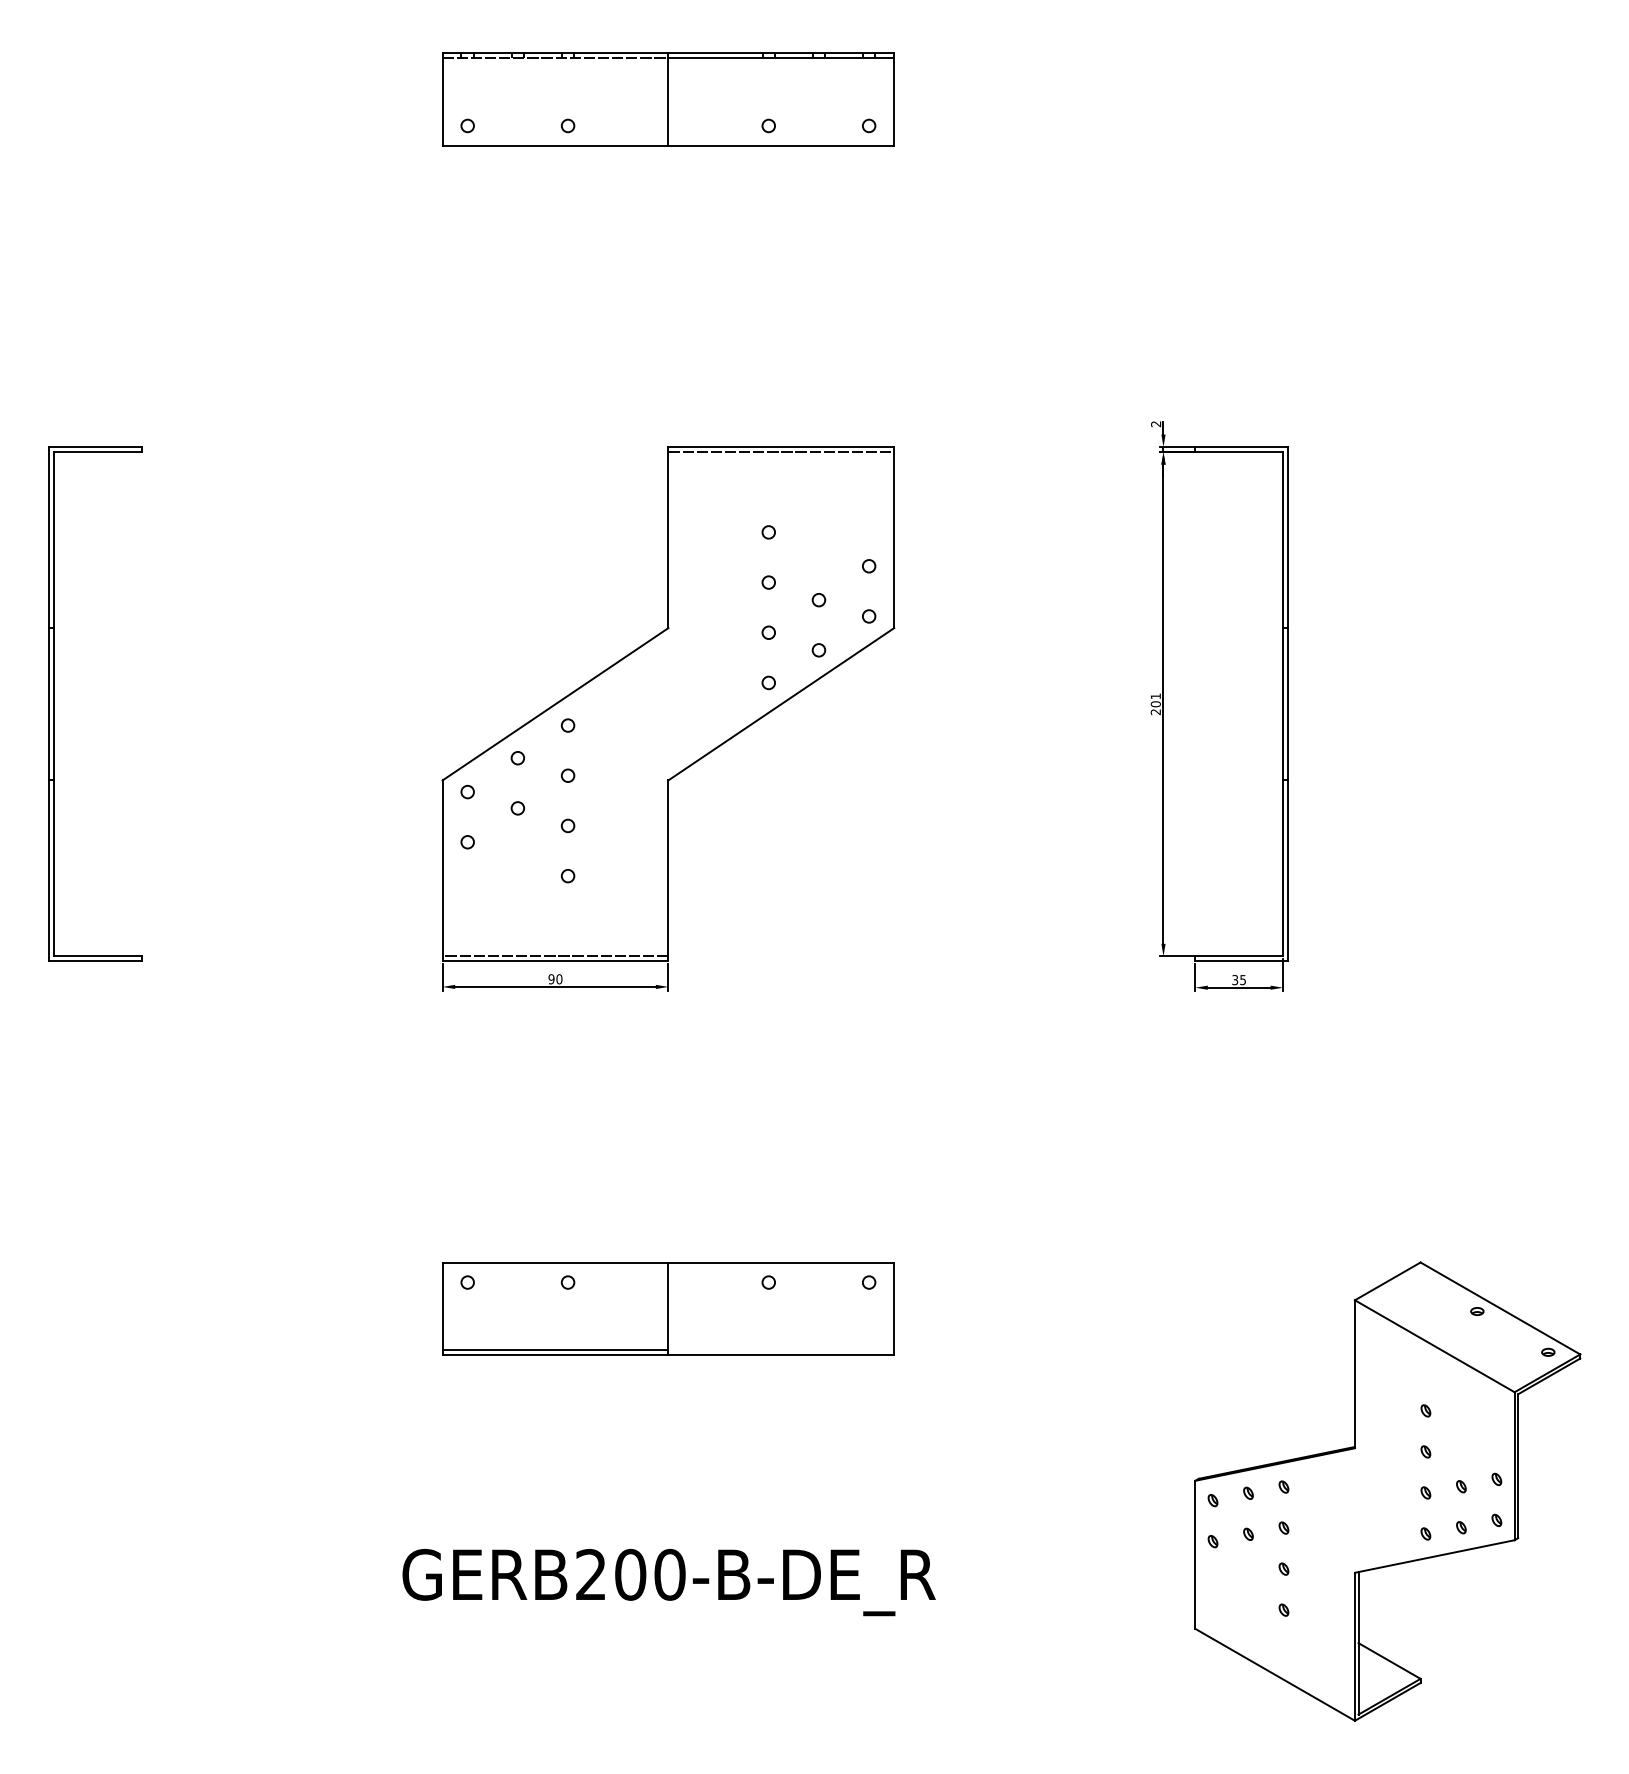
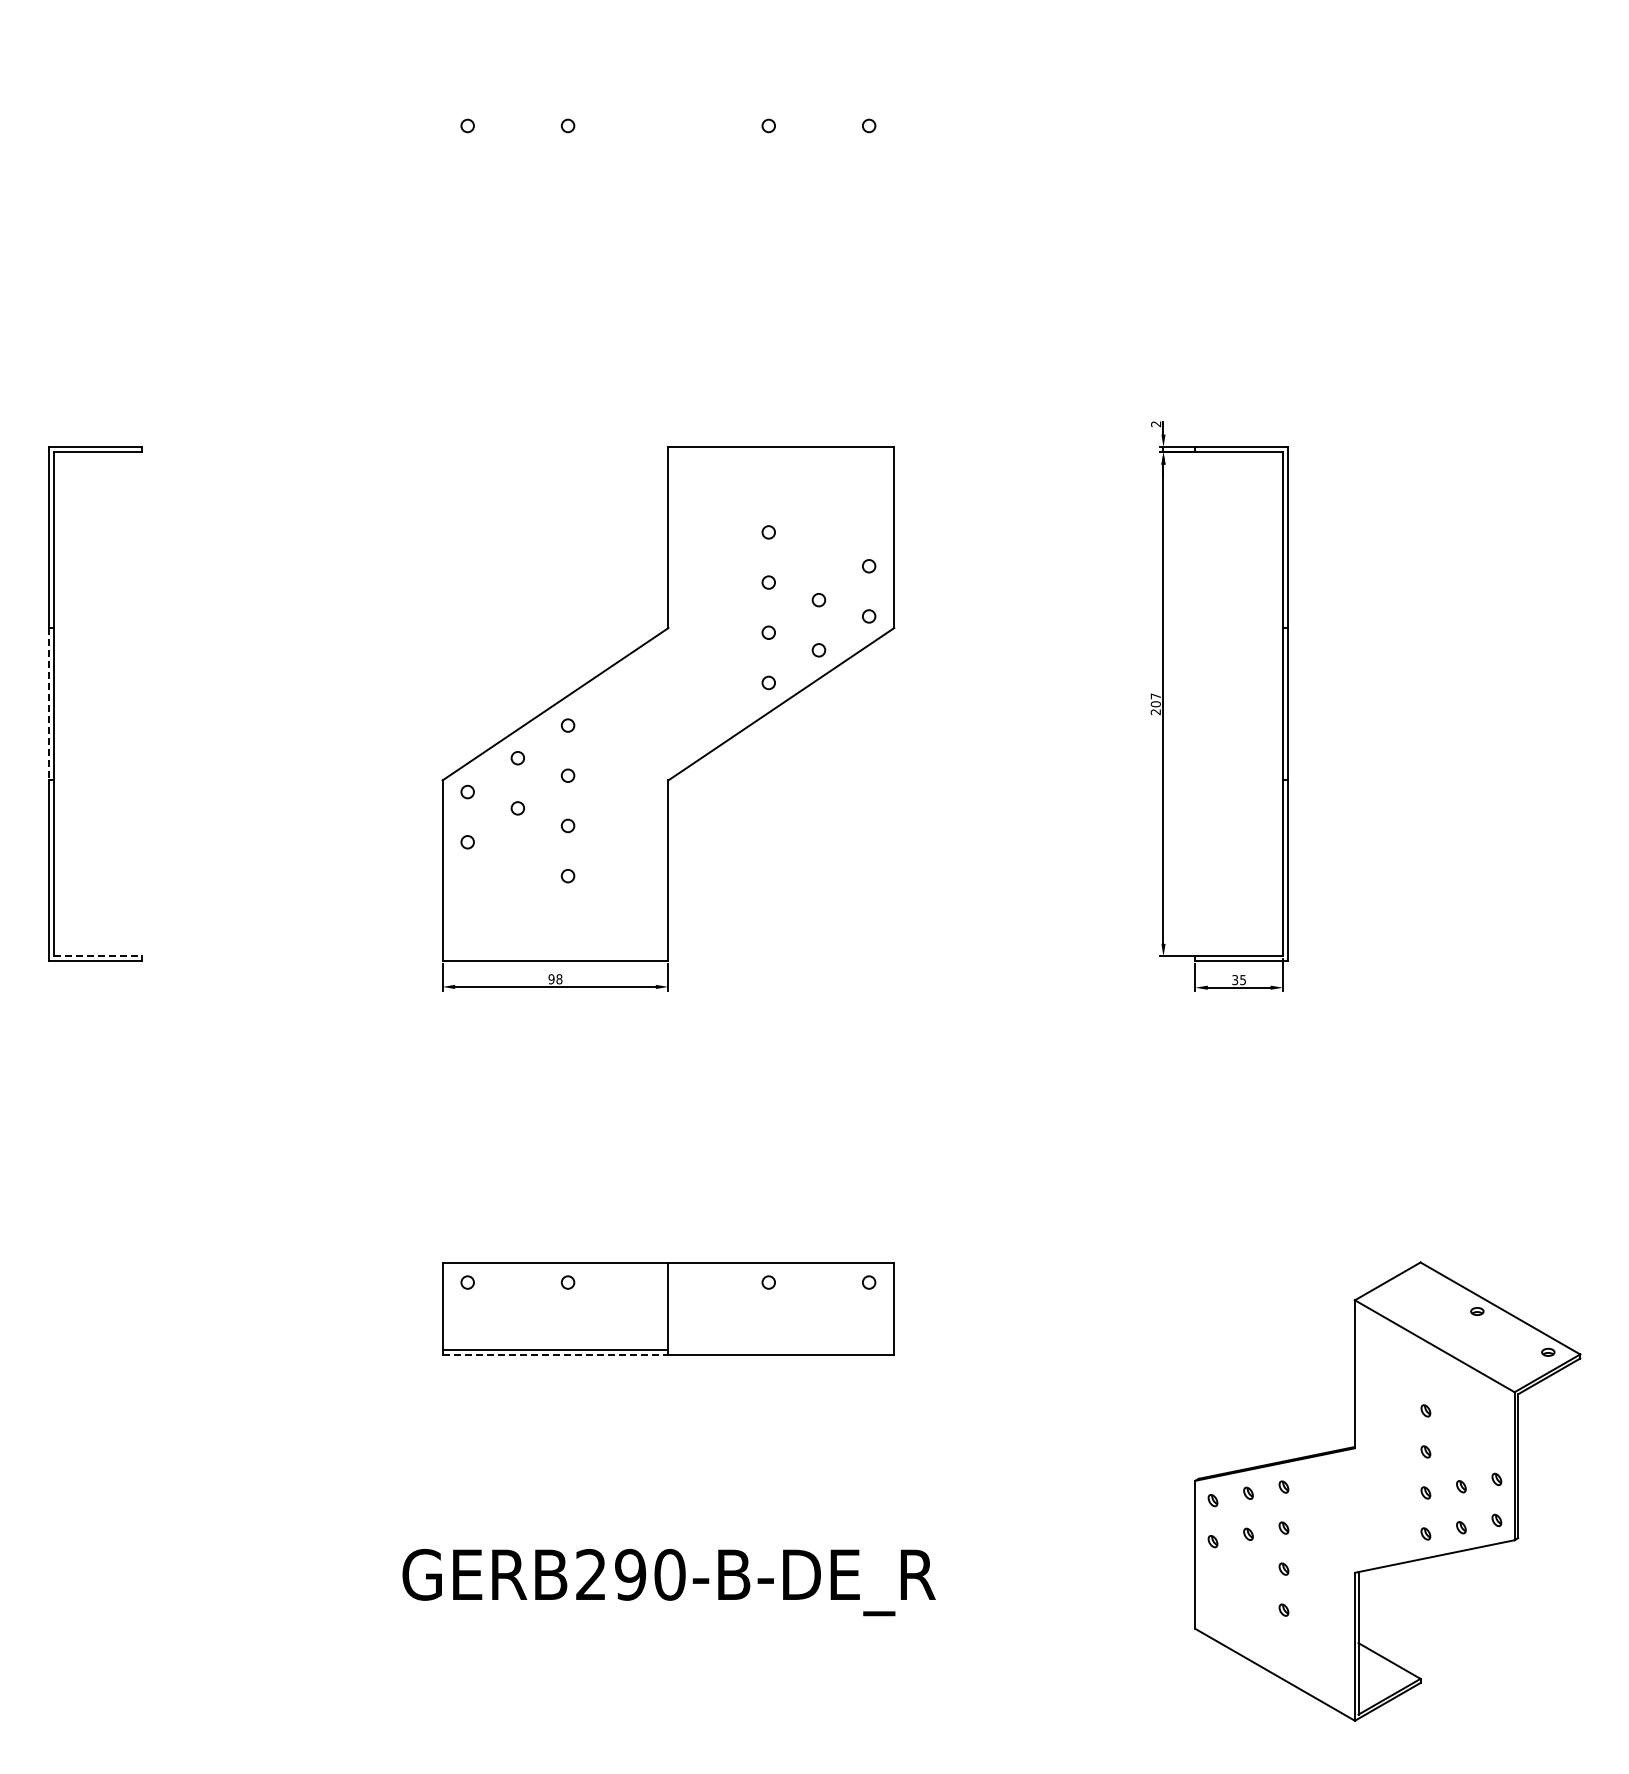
part at (668, 99): present -> none
line at (781, 452): present -> none
text at (1155, 696): 201 -> 207
line at (48, 704): solid -> dashed
line at (97, 956): solid -> dashed
line at (555, 956): present -> none
text at (559, 979): 90 -> 98
line at (555, 1355): solid -> dashed
text at (630, 1574): GERB200-B-DE_R -> GERB290-B-DE_R
